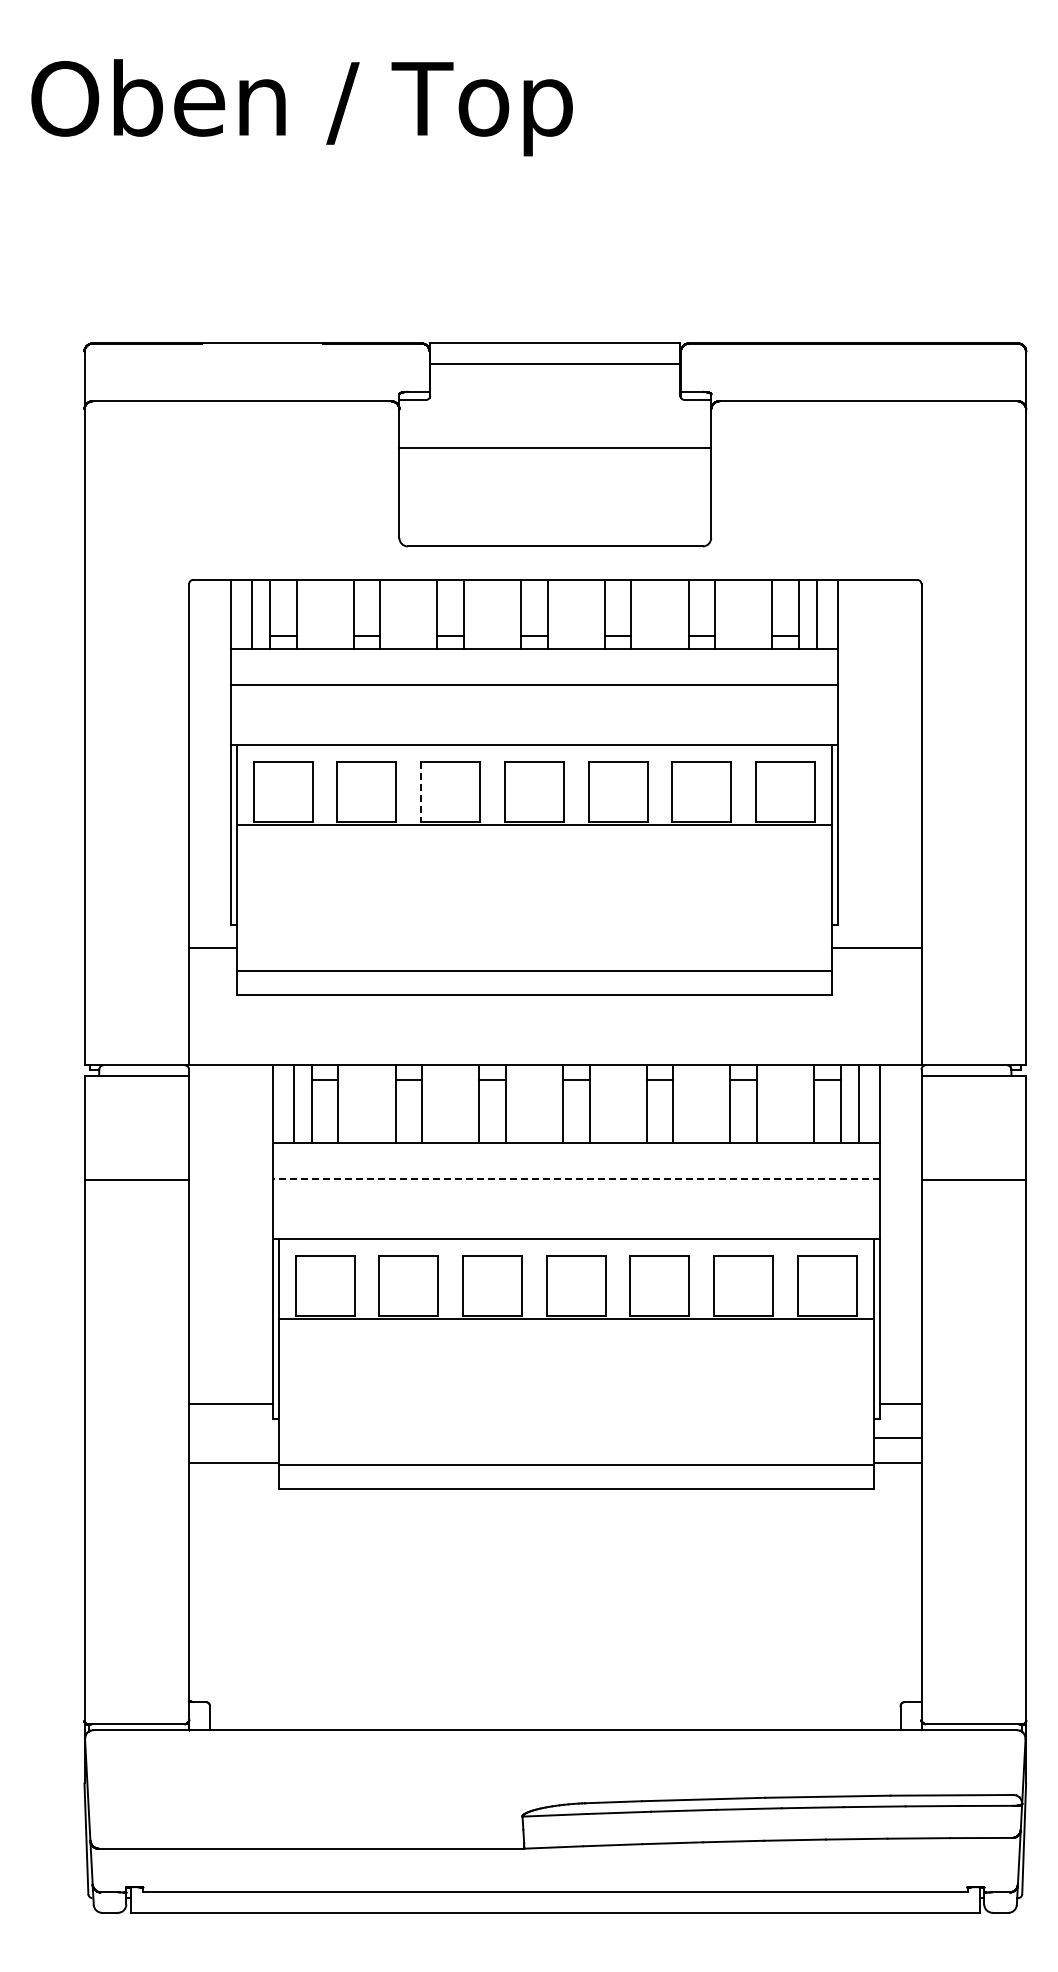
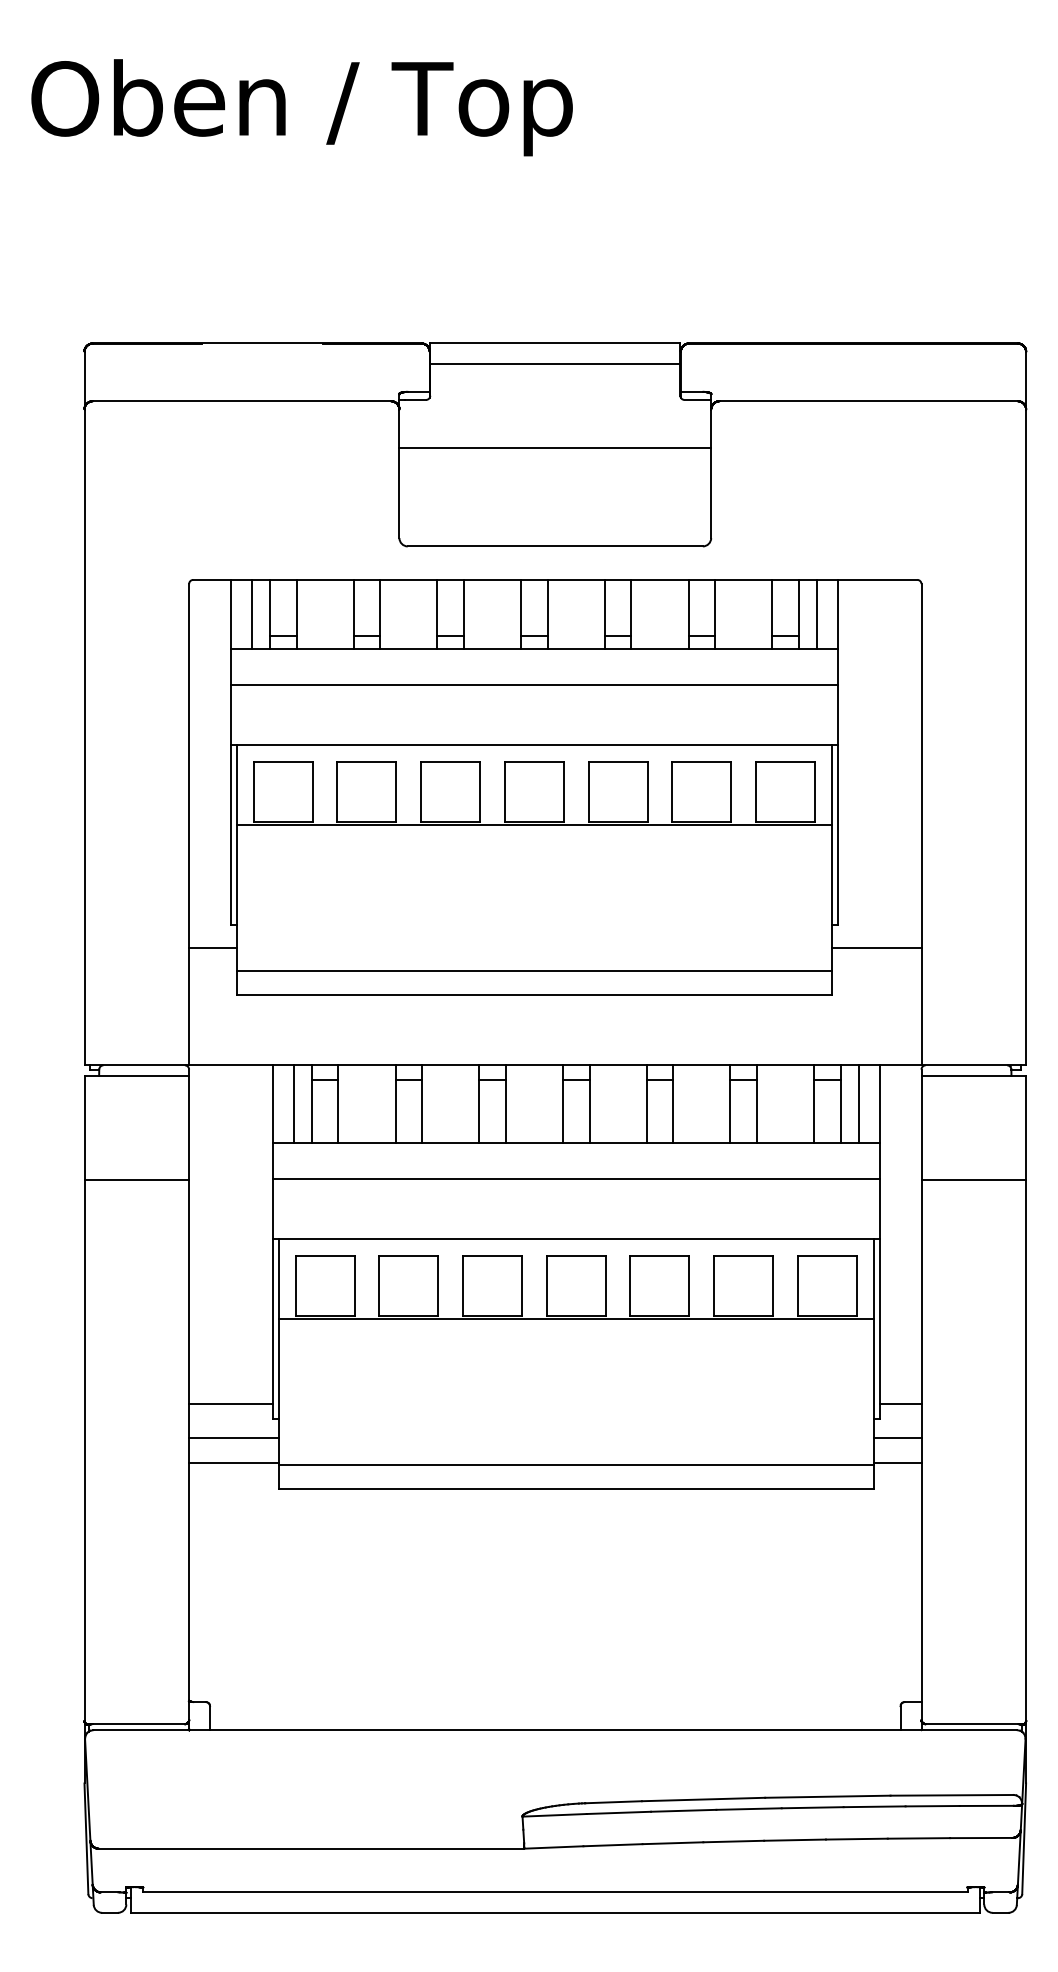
line at (421, 792): dashed -> solid
line at (575, 1178): dashed -> solid
line at (233, 1437): none -> present
